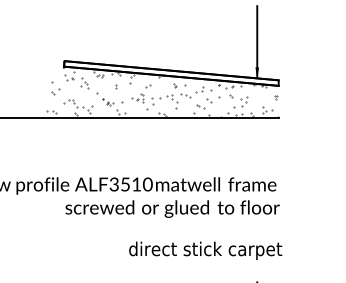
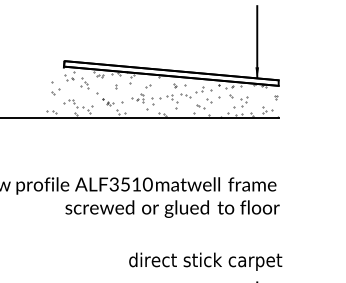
text at (205, 250) position: (205, 250) -> (205, 261)
